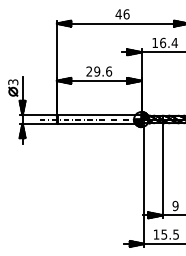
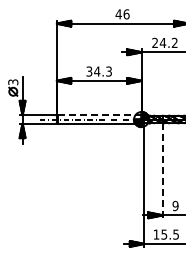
text at (164, 42): 16.4 -> 24.2
text at (99, 71): 29.6 -> 34.3
line at (99, 115): solid -> dashed
line at (162, 170): solid -> dashed
